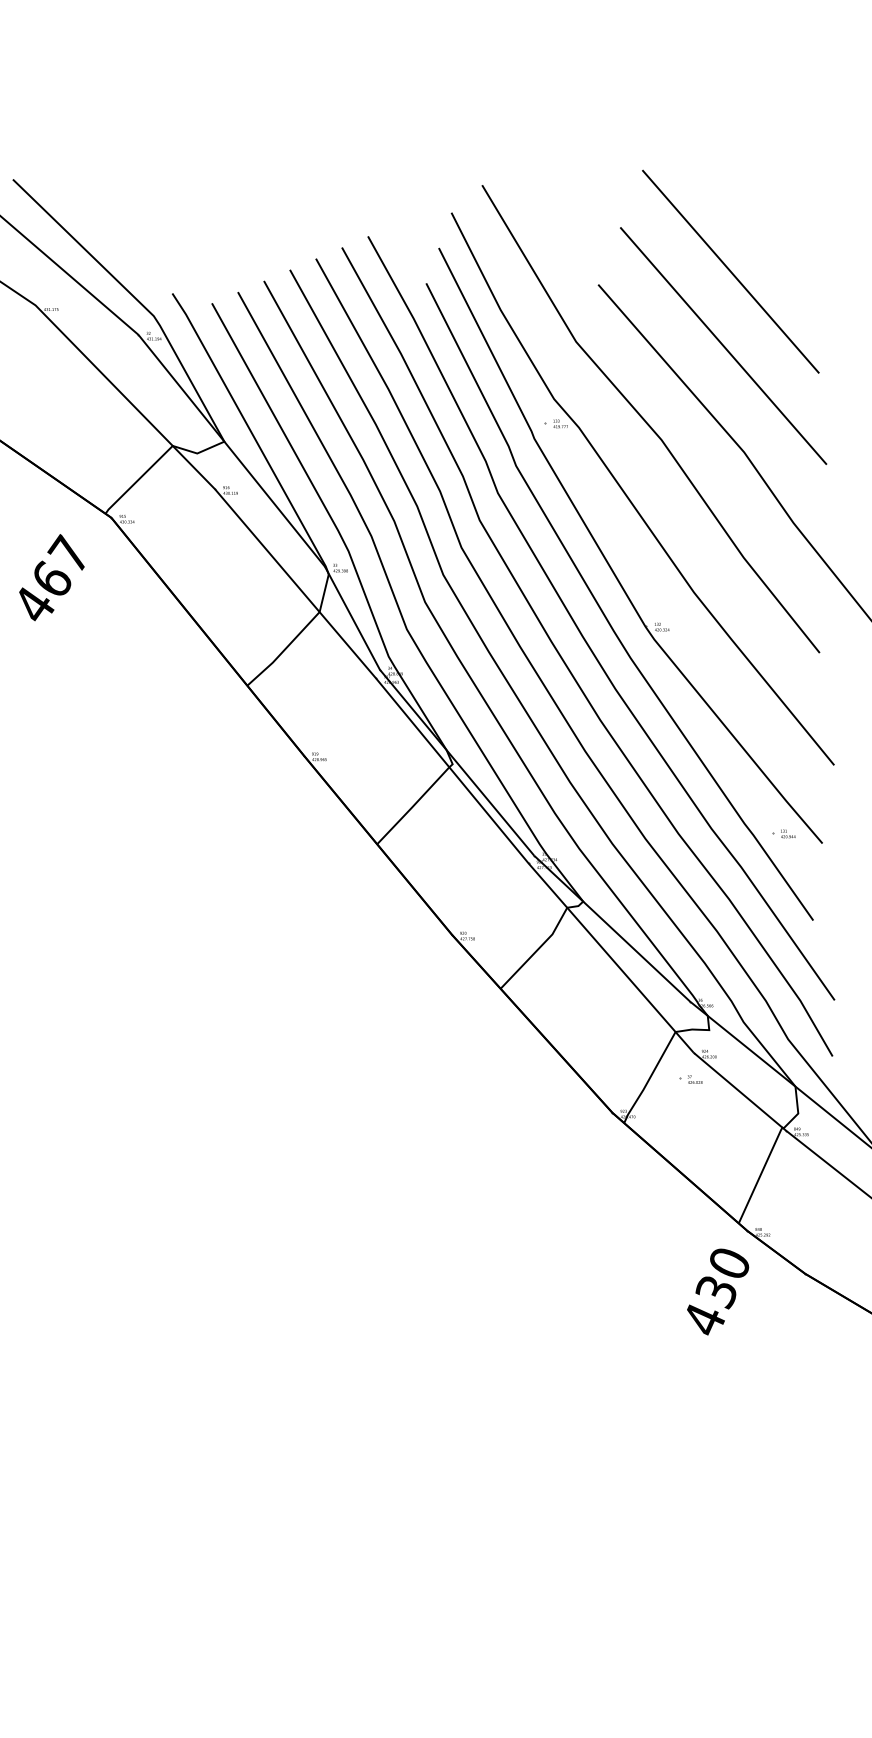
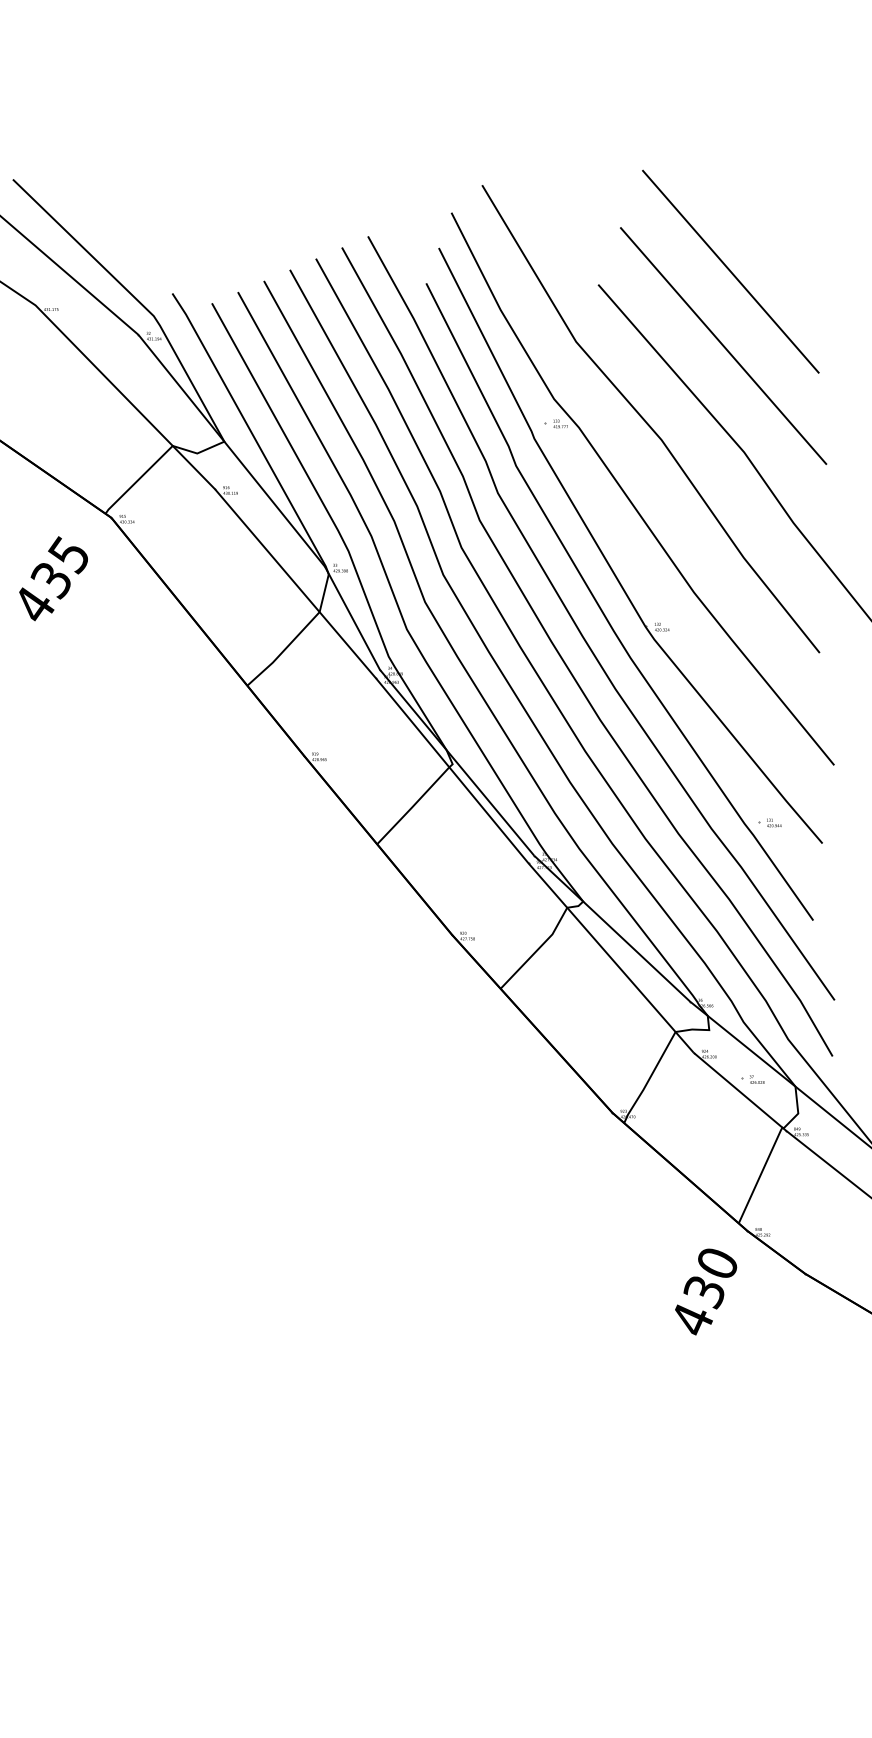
text at (58, 566): 467 -> 435
part at (783, 833) position: (783, 833) -> (769, 822)
part at (690, 1079) position: (690, 1079) -> (752, 1079)
text at (718, 1291) position: (718, 1291) -> (706, 1291)
